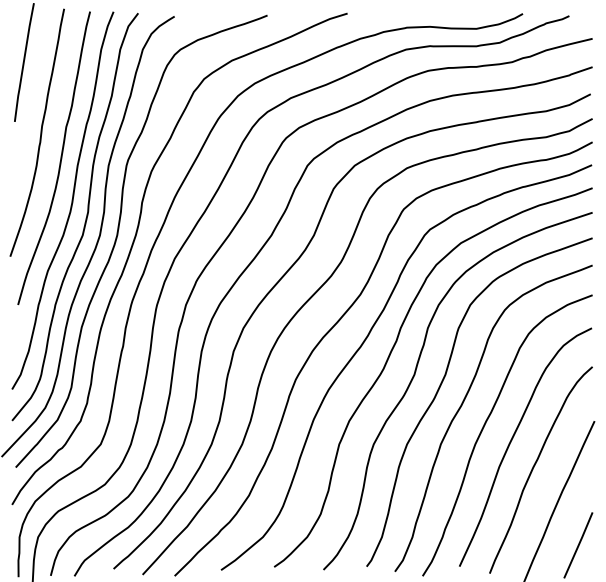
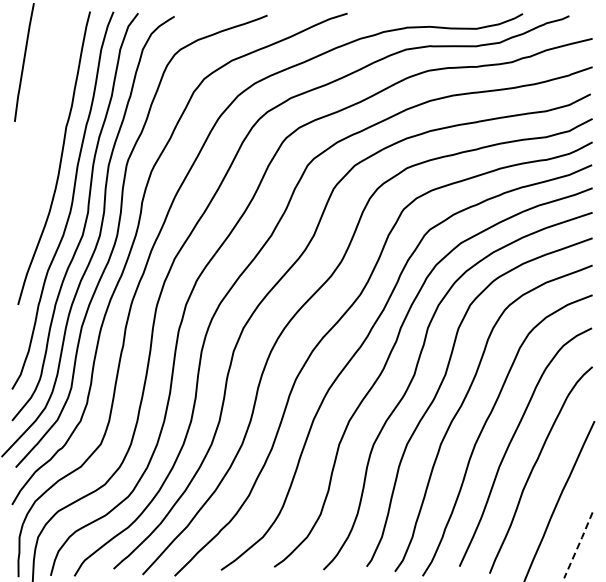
curve at (40, 132): present -> none
line at (578, 545): solid -> dashed
